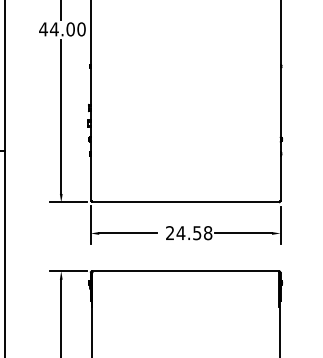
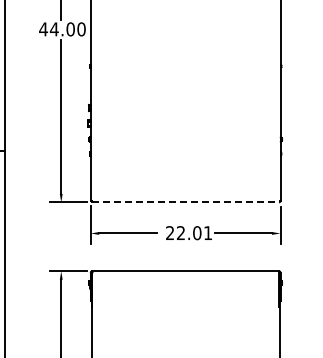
line at (186, 202): solid -> dashed
text at (194, 233): 24.58 -> 22.01
